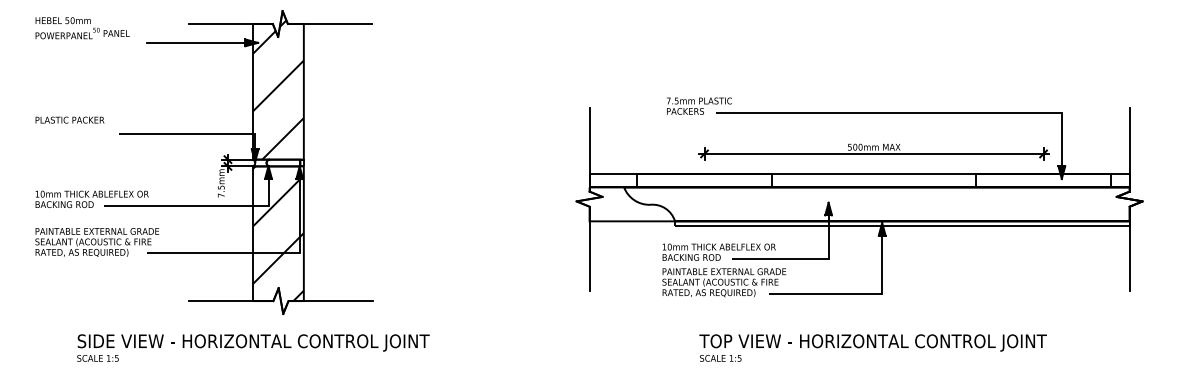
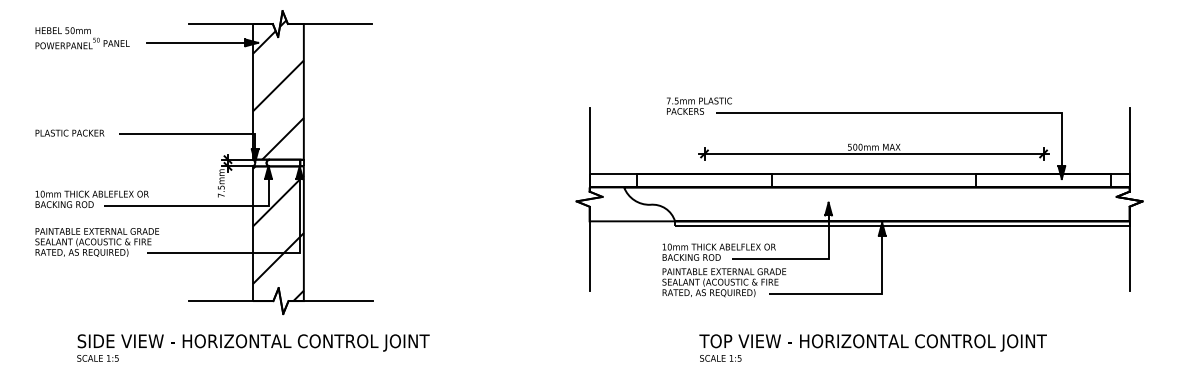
text at (82, 28) position: (82, 28) -> (82, 38)
text at (69, 119) position: (69, 119) -> (69, 132)
